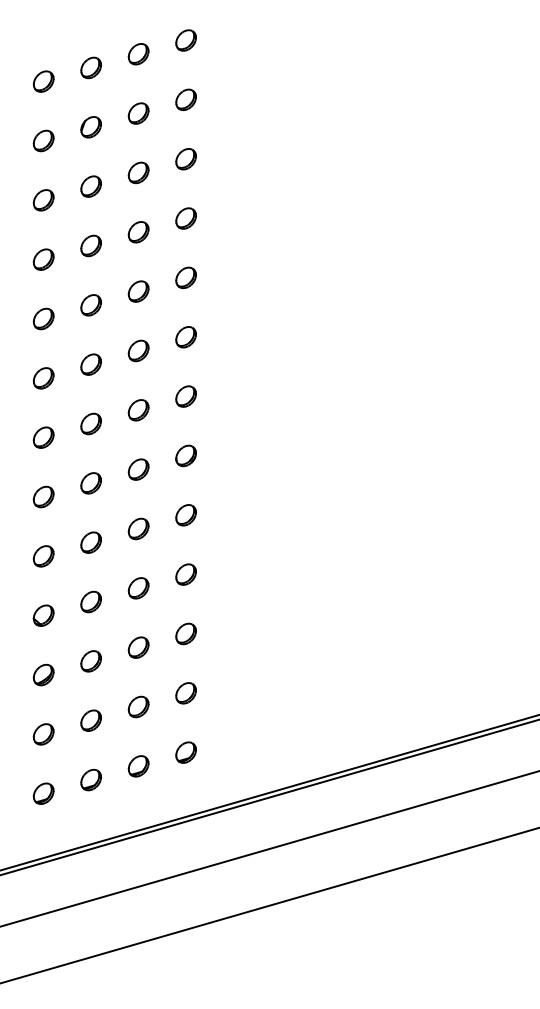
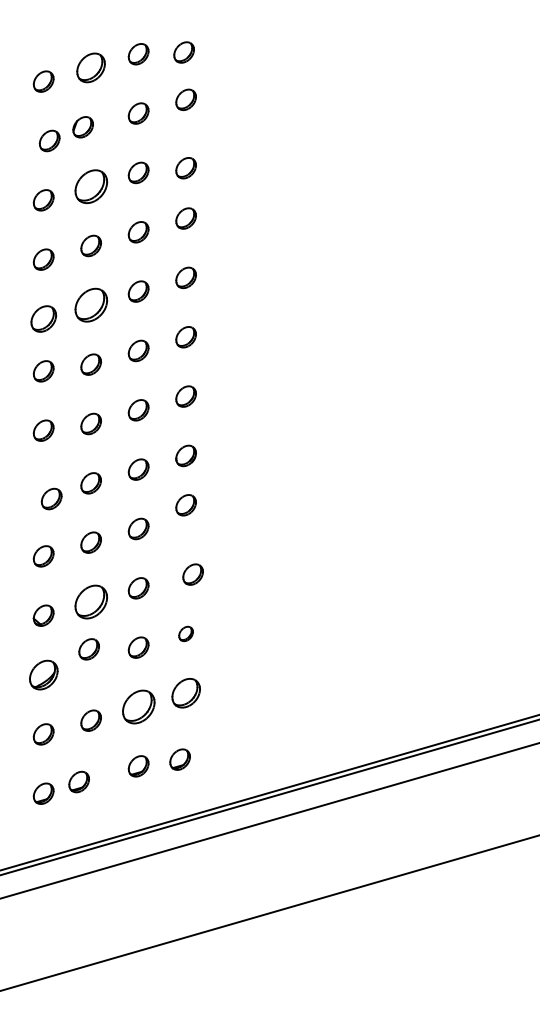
part at (185, 40) position: (185, 40) -> (183, 52)
part at (91, 67) size: 23x24 px -> 30x32 px
part at (90, 127) position: (90, 127) -> (82, 127)
part at (43, 140) position: (43, 140) -> (49, 140)
part at (185, 159) position: (185, 159) -> (185, 168)
part at (90, 186) size: 22x23 px -> 35x35 px
part at (90, 305) size: 22x23 px -> 35x36 px
part at (43, 318) size: 23x24 px -> 28x28 px
part at (43, 378) position: (43, 378) -> (43, 371)
part at (43, 437) position: (43, 437) -> (43, 430)
part at (43, 496) position: (43, 496) -> (51, 498)
part at (185, 515) position: (185, 515) -> (185, 505)
part at (185, 574) position: (185, 574) -> (192, 574)
part at (90, 601) size: 22x24 px -> 35x36 px
part at (185, 633) size: 22x24 px -> 16x18 px
part at (90, 661) position: (90, 661) -> (88, 649)
part at (43, 674) size: 23x24 px -> 30x32 px
part at (185, 693) size: 22x23 px -> 30x31 px
part at (138, 706) size: 23x24 px -> 34x36 px
part at (185, 752) position: (185, 752) -> (179, 759)
part at (90, 779) position: (90, 779) -> (78, 781)
line at (269, 848) position: (269, 848) -> (269, 820)
line at (269, 905) position: (269, 905) -> (269, 913)
